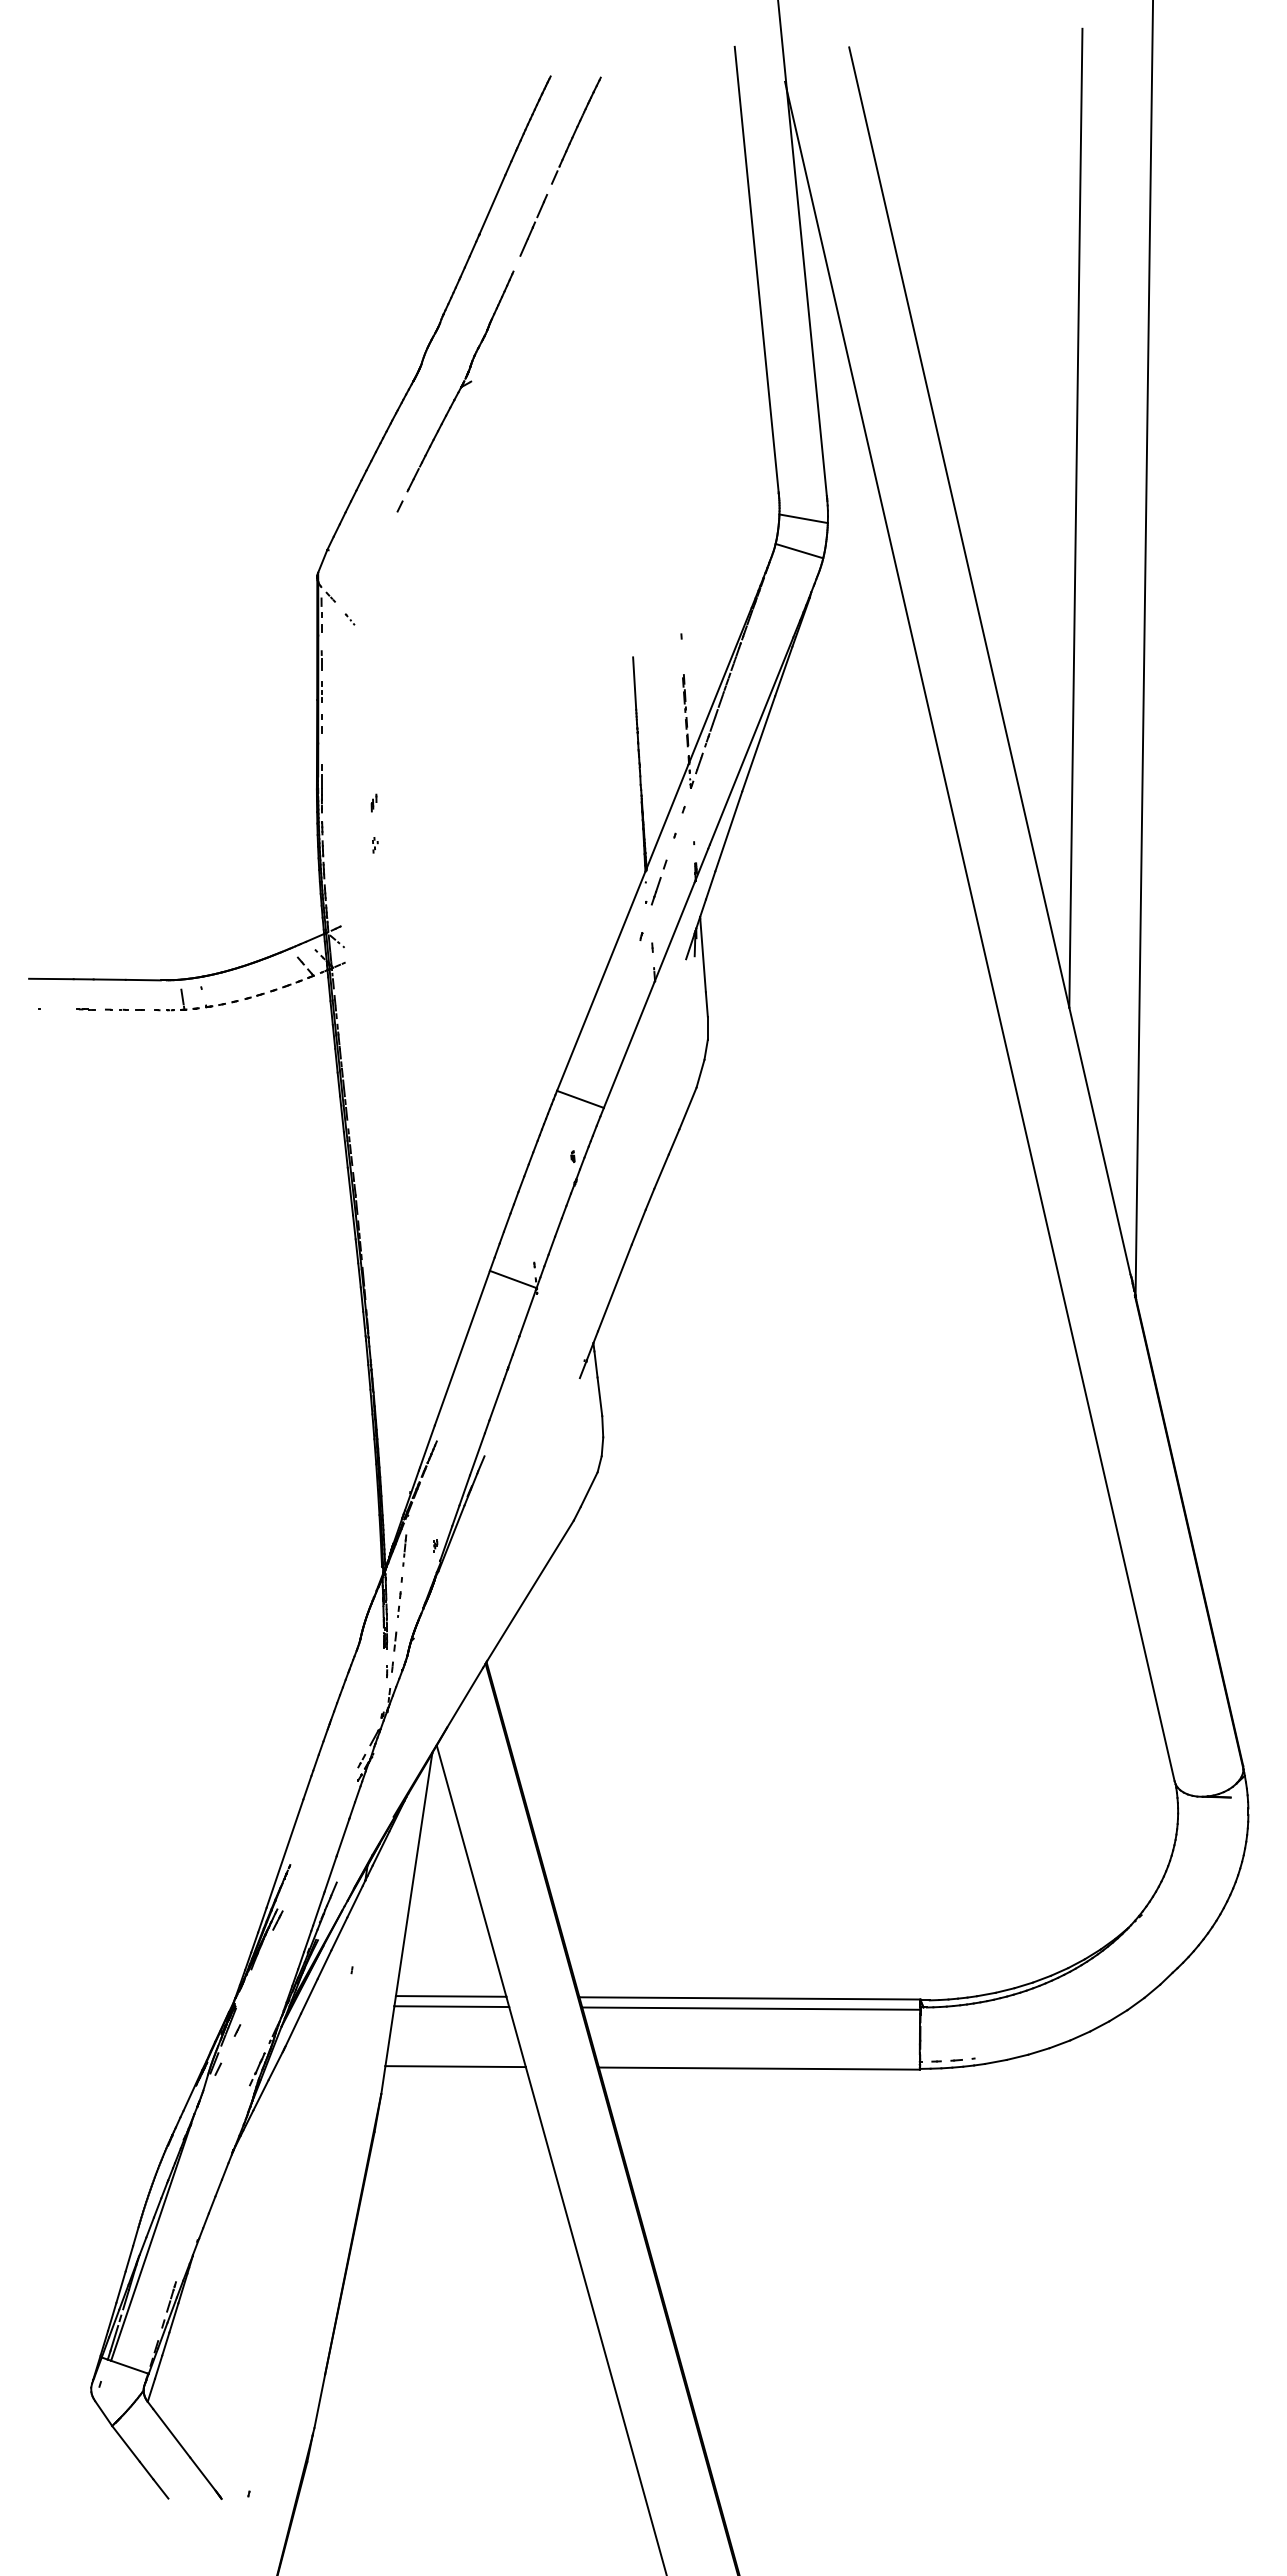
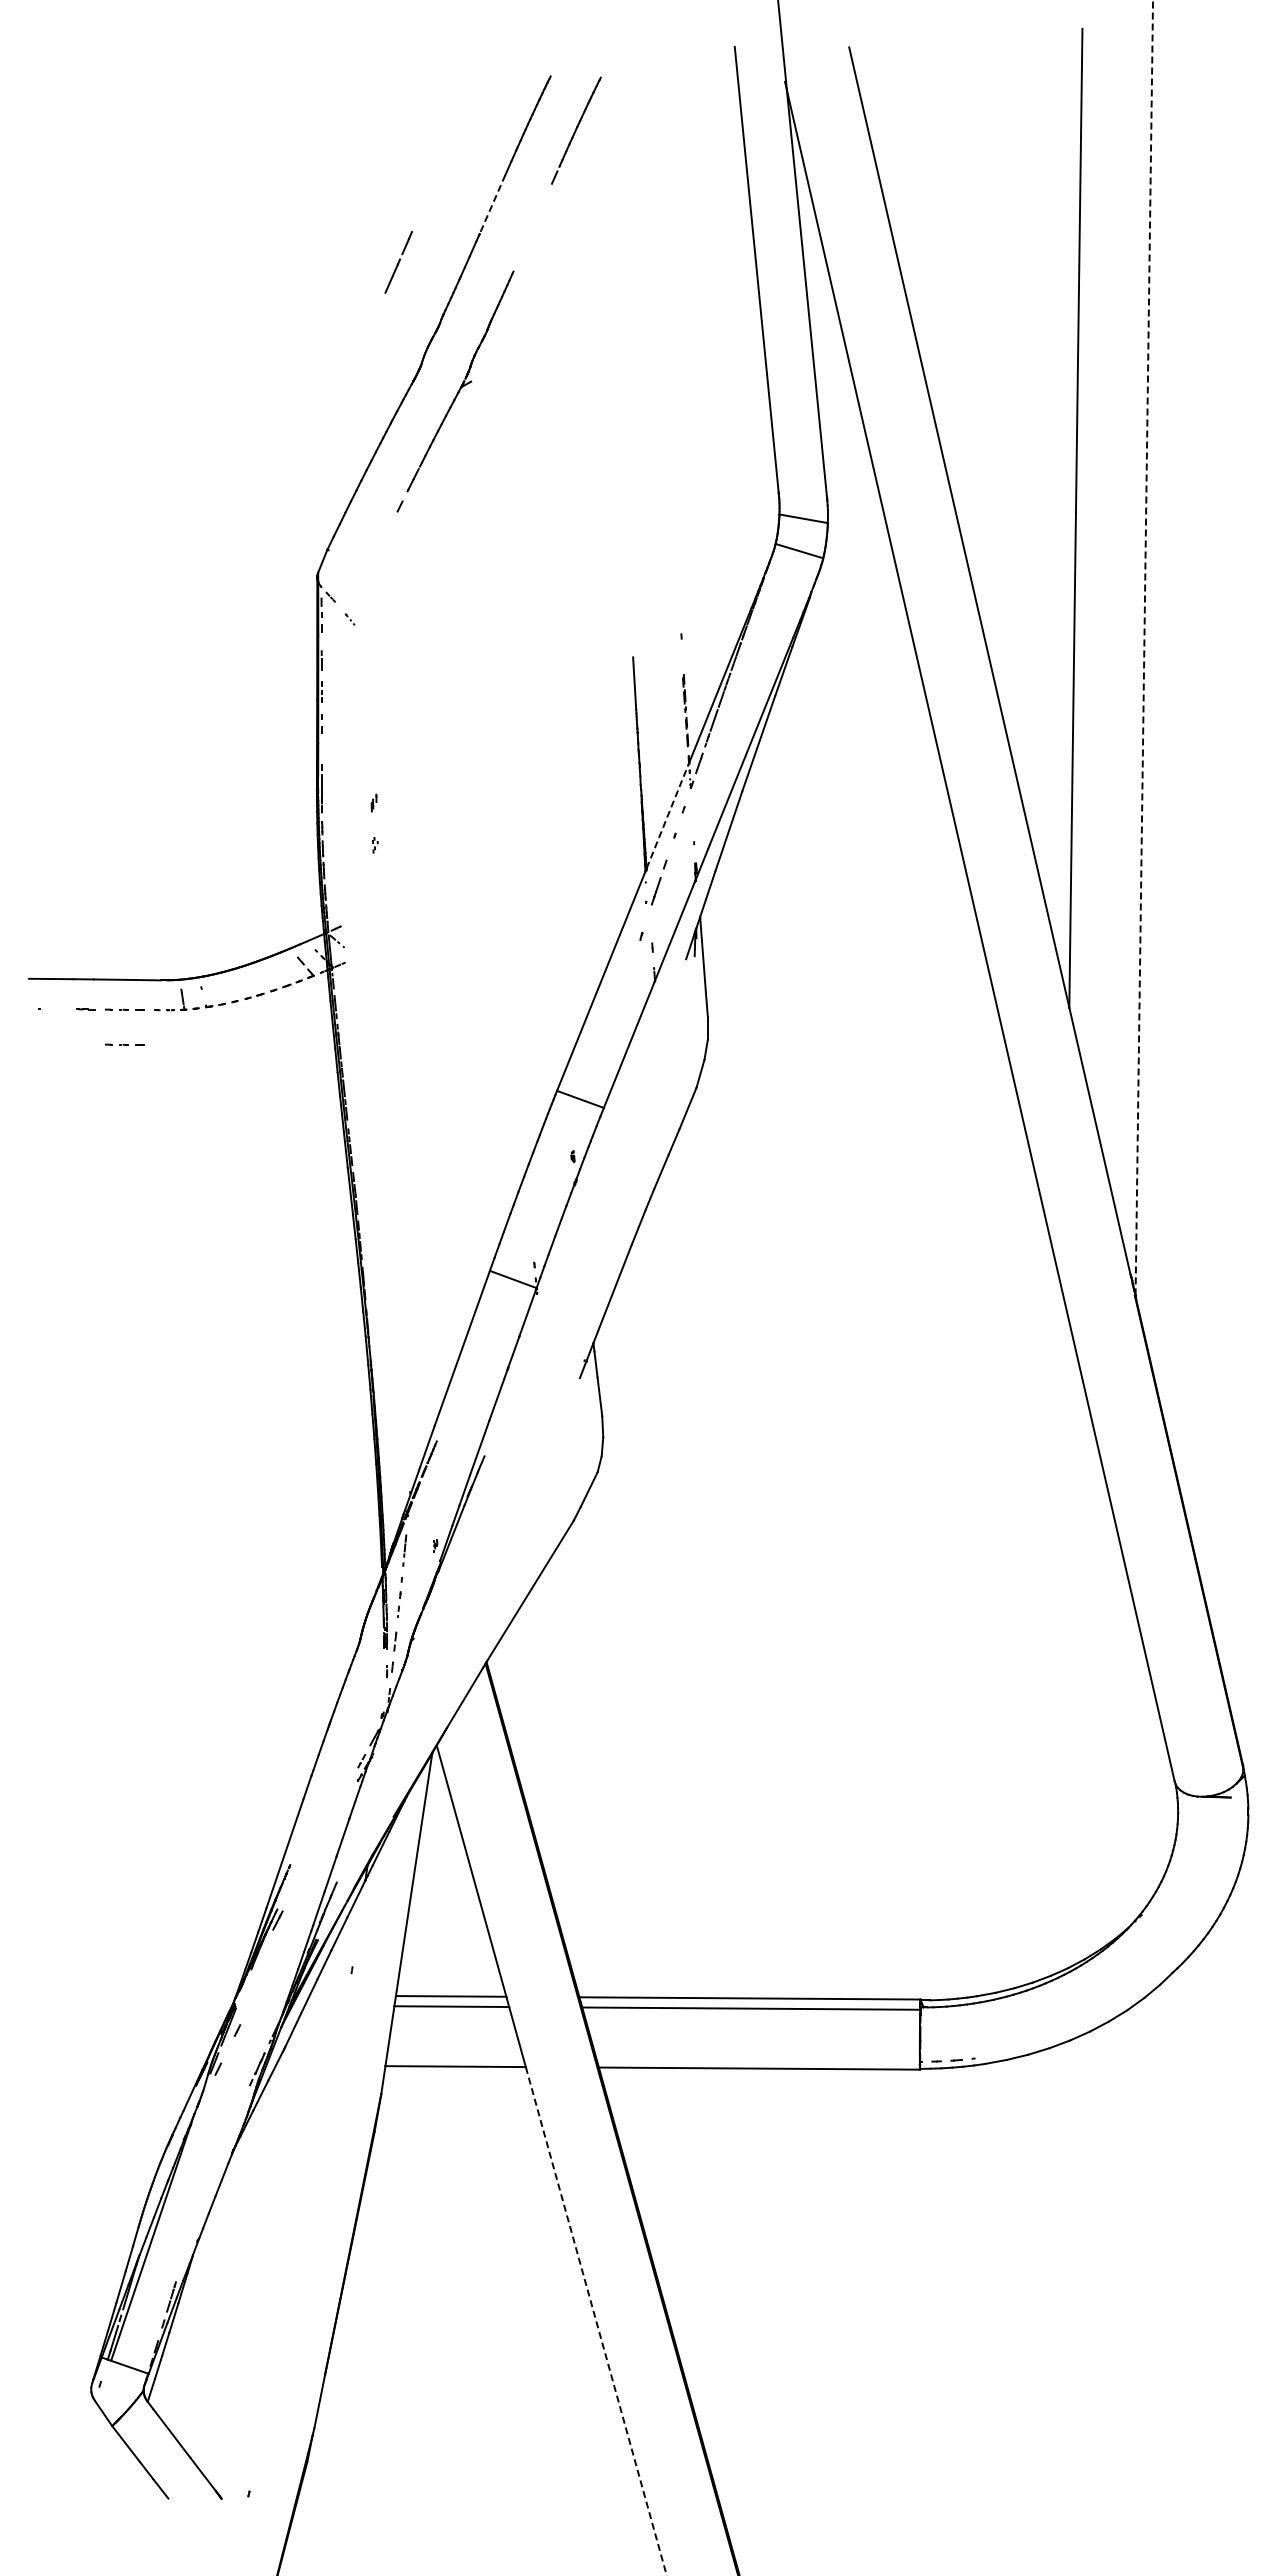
line at (492, 204): solid -> dashed
line at (533, 225) position: (533, 225) -> (398, 262)
line at (1144, 647): solid -> dashed
line at (667, 816): solid -> dashed
part at (124, 1044): none -> present
line at (596, 2321): solid -> dashed
